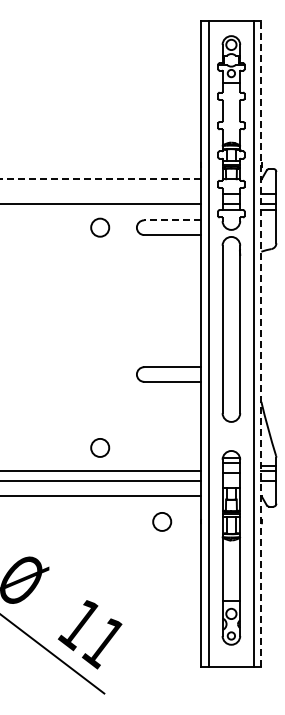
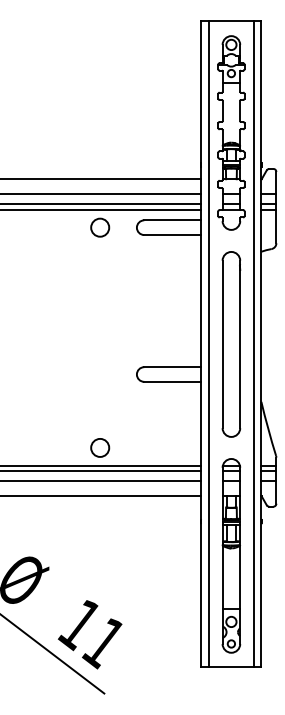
line at (100, 179): dashed -> solid
line at (101, 194): none -> present
line at (101, 209): none -> present
line at (172, 220): dashed -> solid
part at (231, 329) position: (231, 329) -> (231, 344)
line at (261, 343): dashed -> solid
line at (101, 465): none -> present
circle at (162, 521): present -> none
part at (231, 547) position: (231, 547) -> (231, 555)
